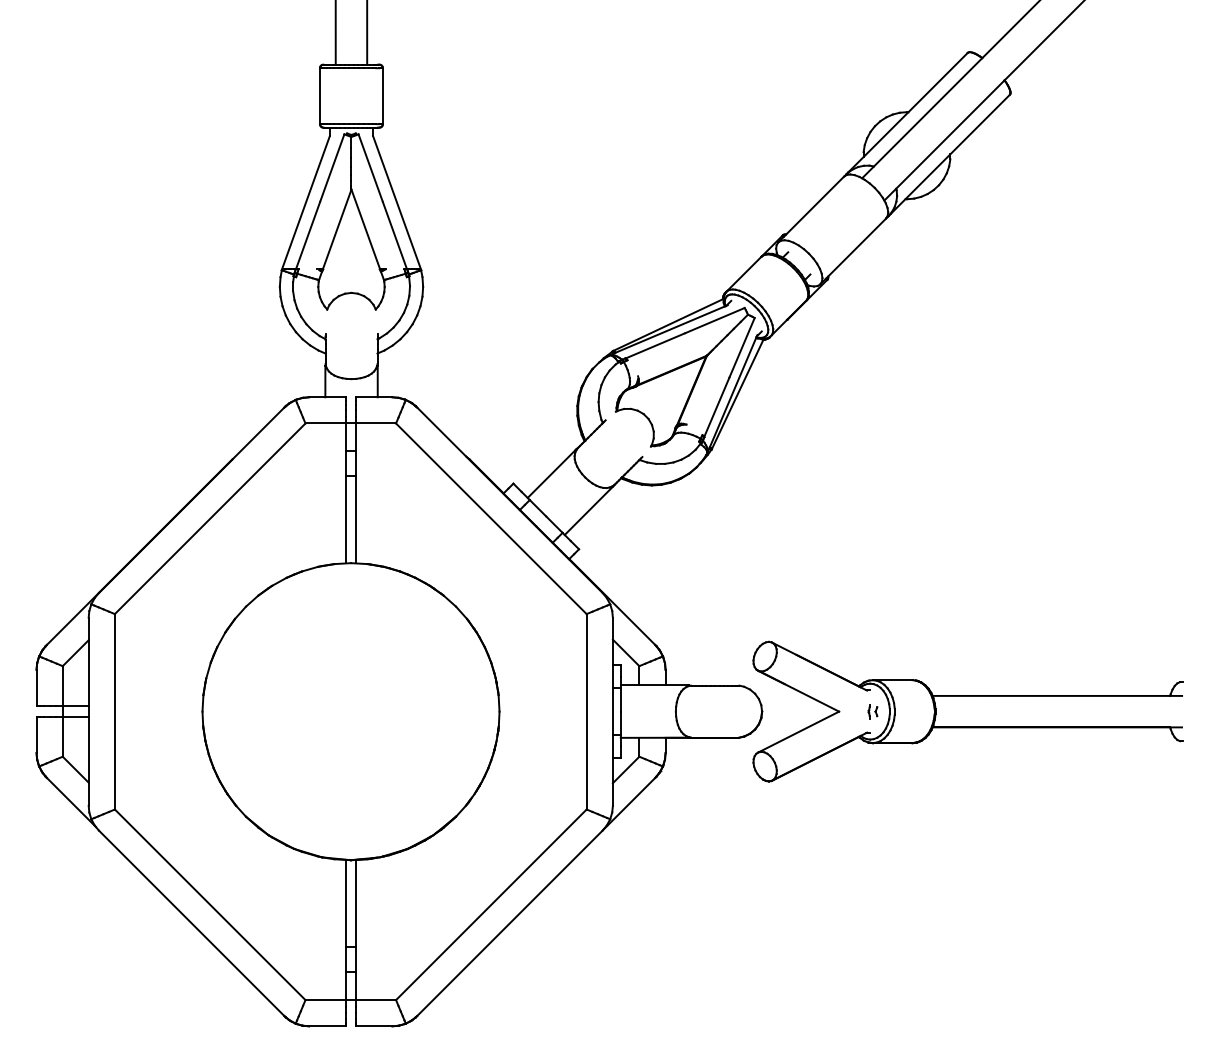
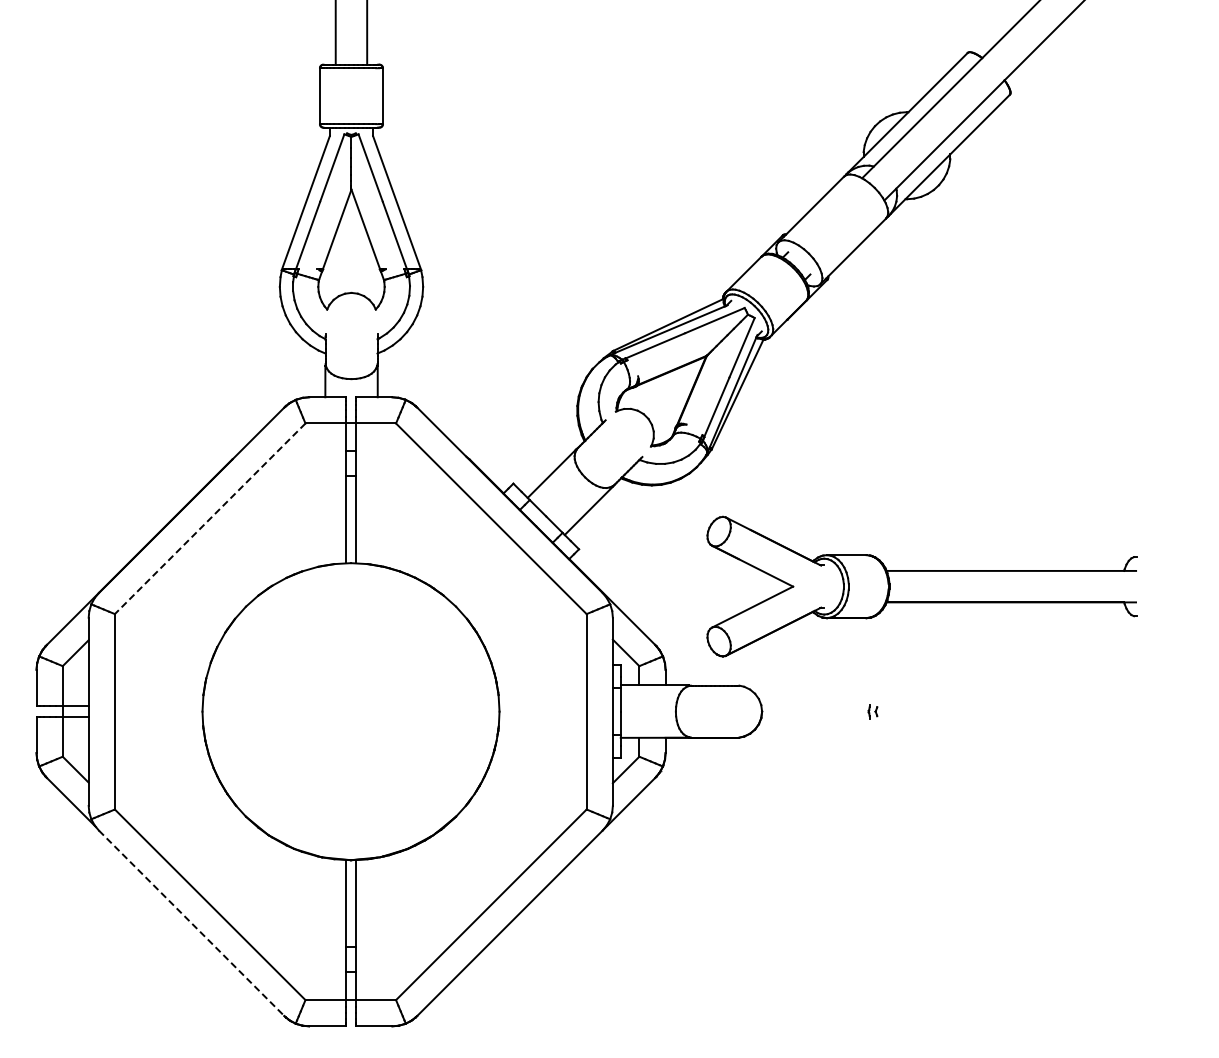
line at (210, 518): solid -> dashed
part at (967, 696) position: (967, 696) -> (921, 571)
line at (192, 923): solid -> dashed
